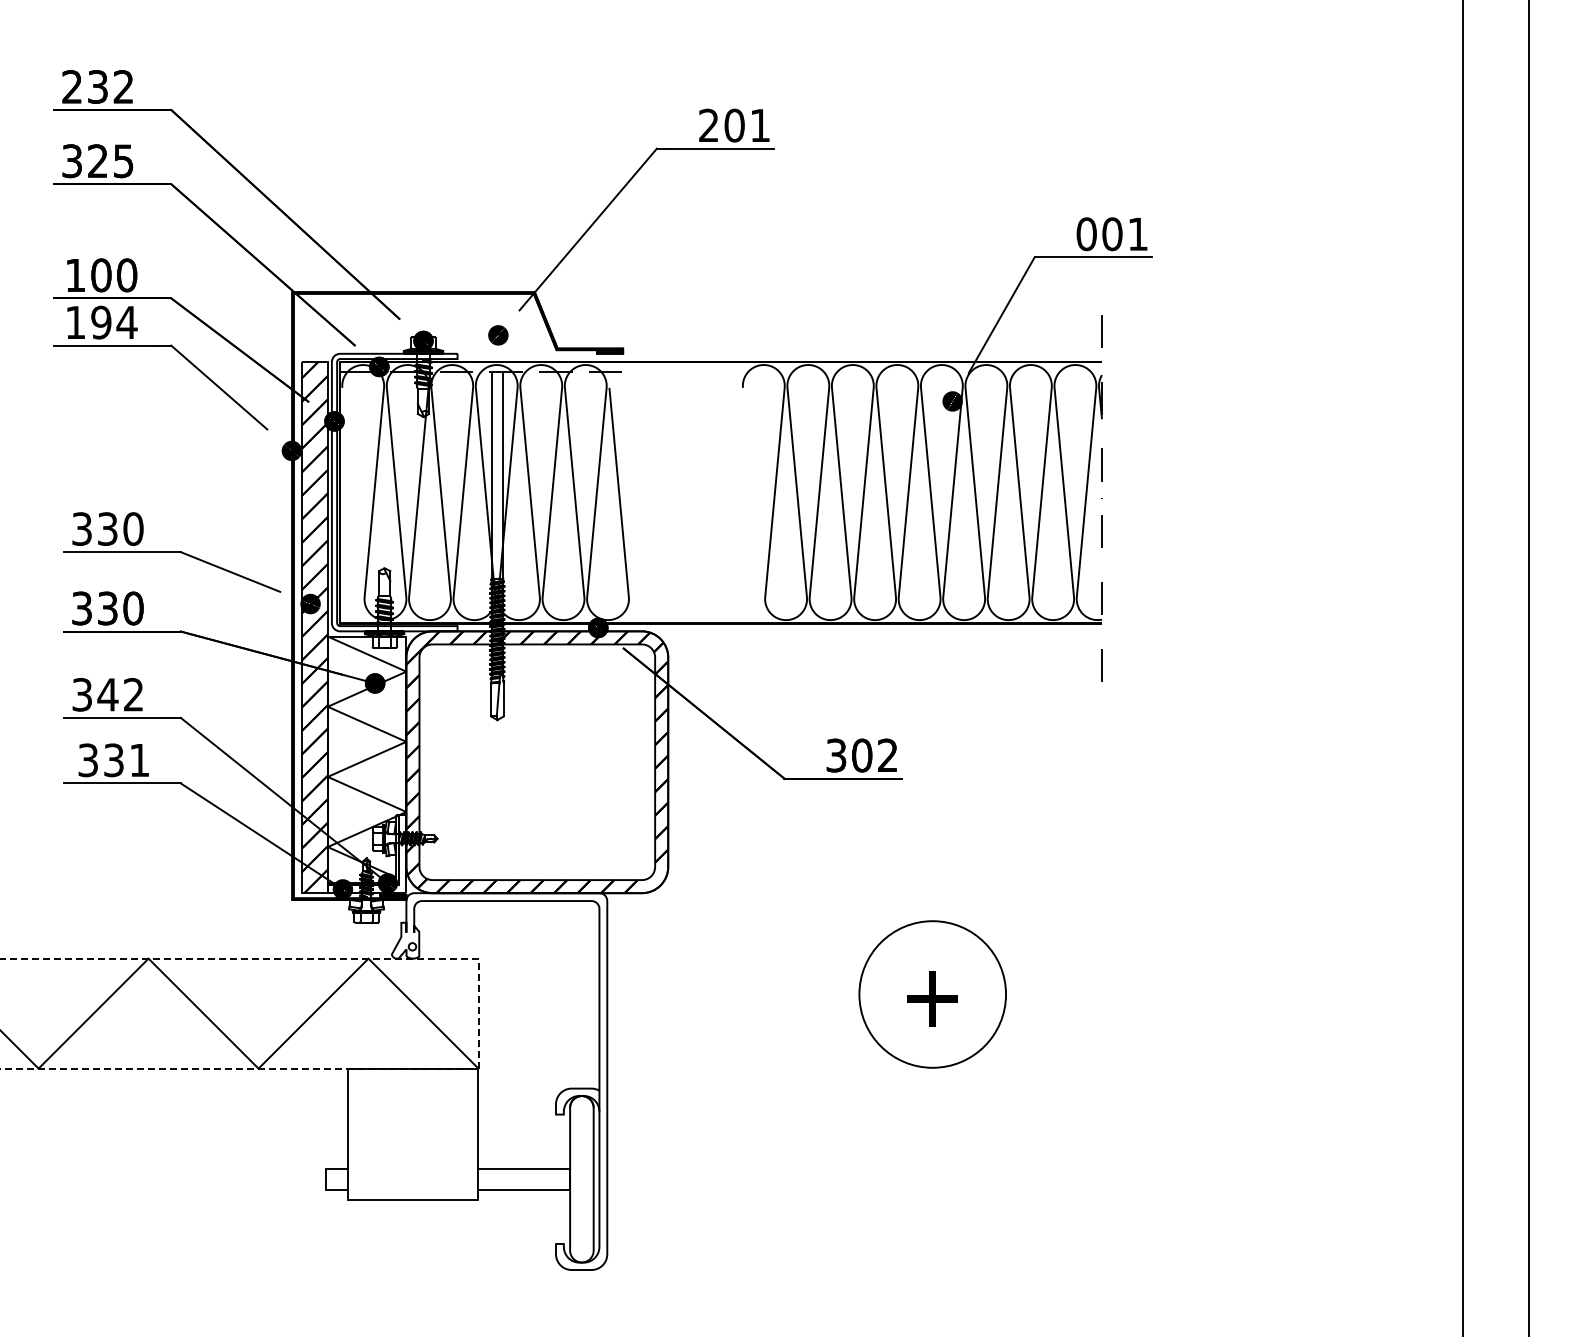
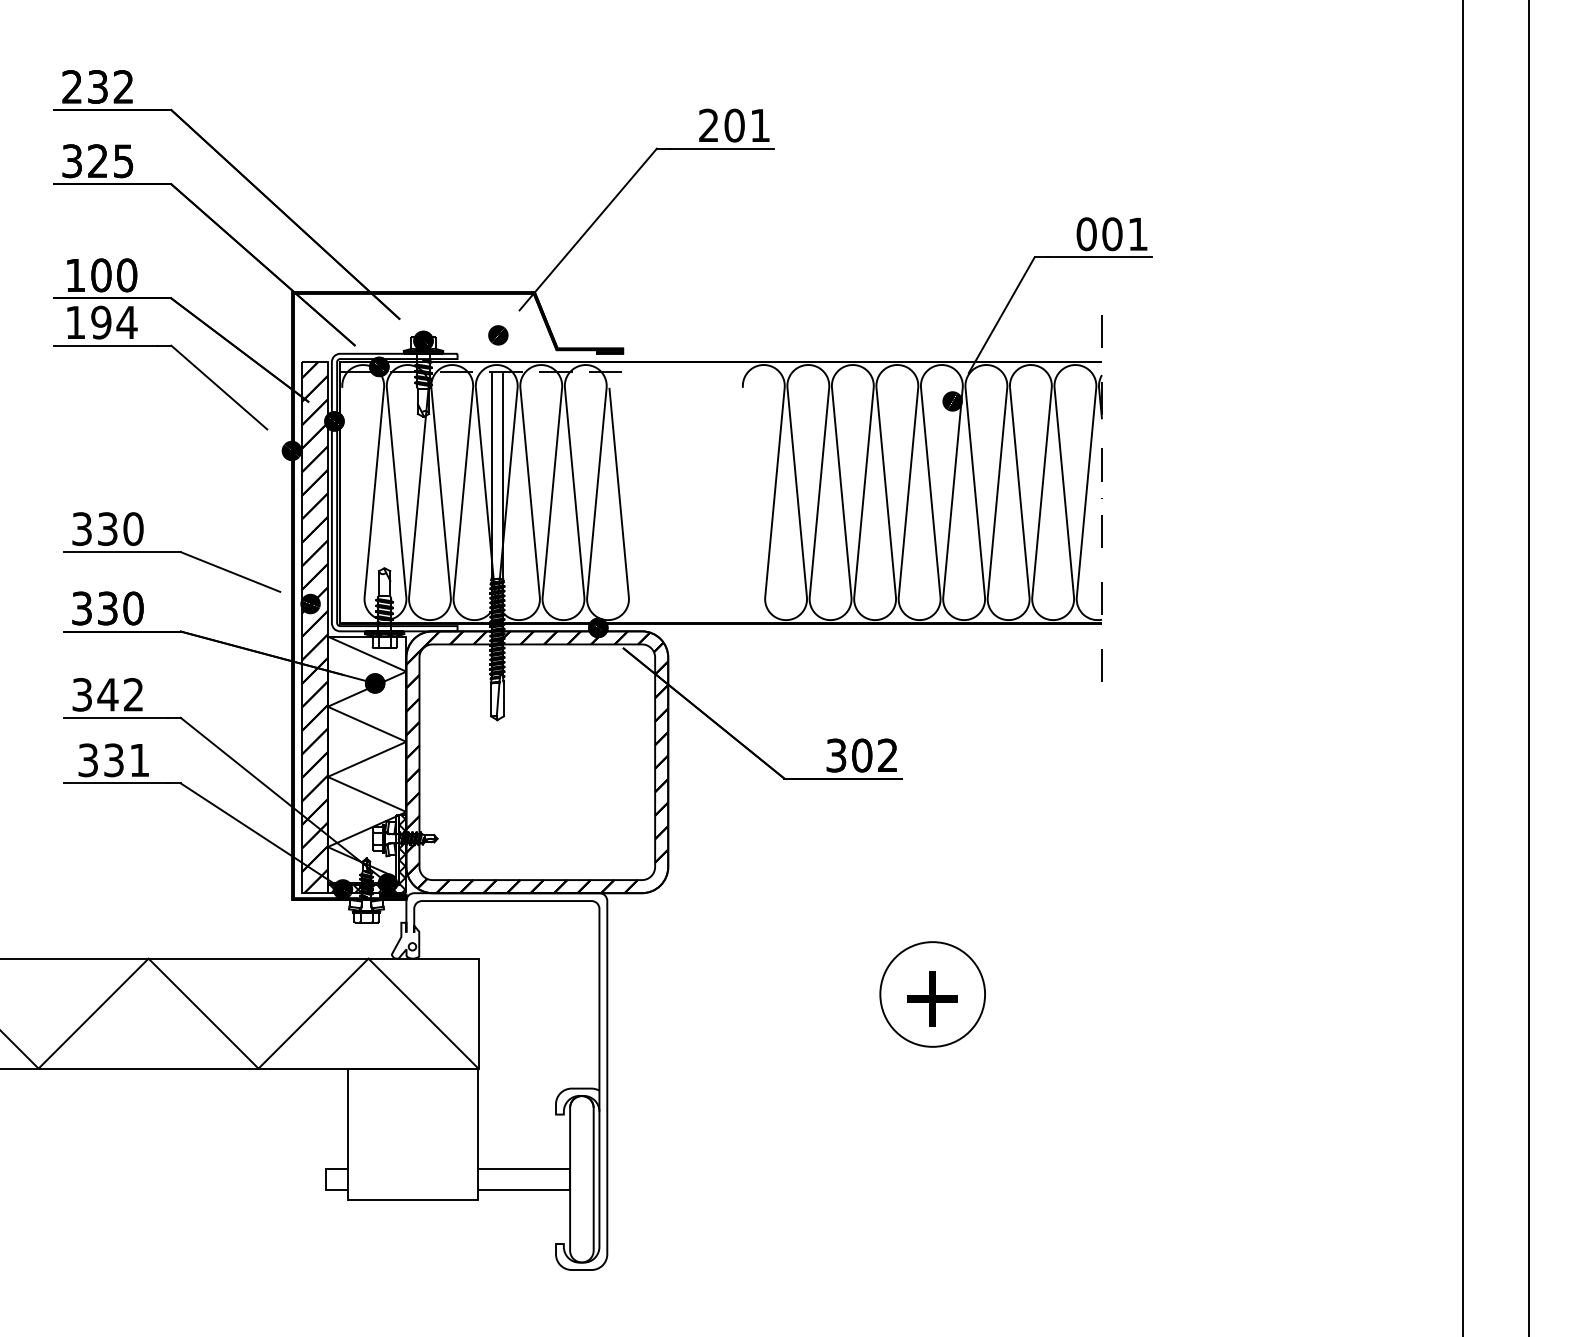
hatch at (368, 853): none -> present
circle at (932, 994) diameter: 147 px -> 105 px
line at (478, 1013): dashed -> solid
